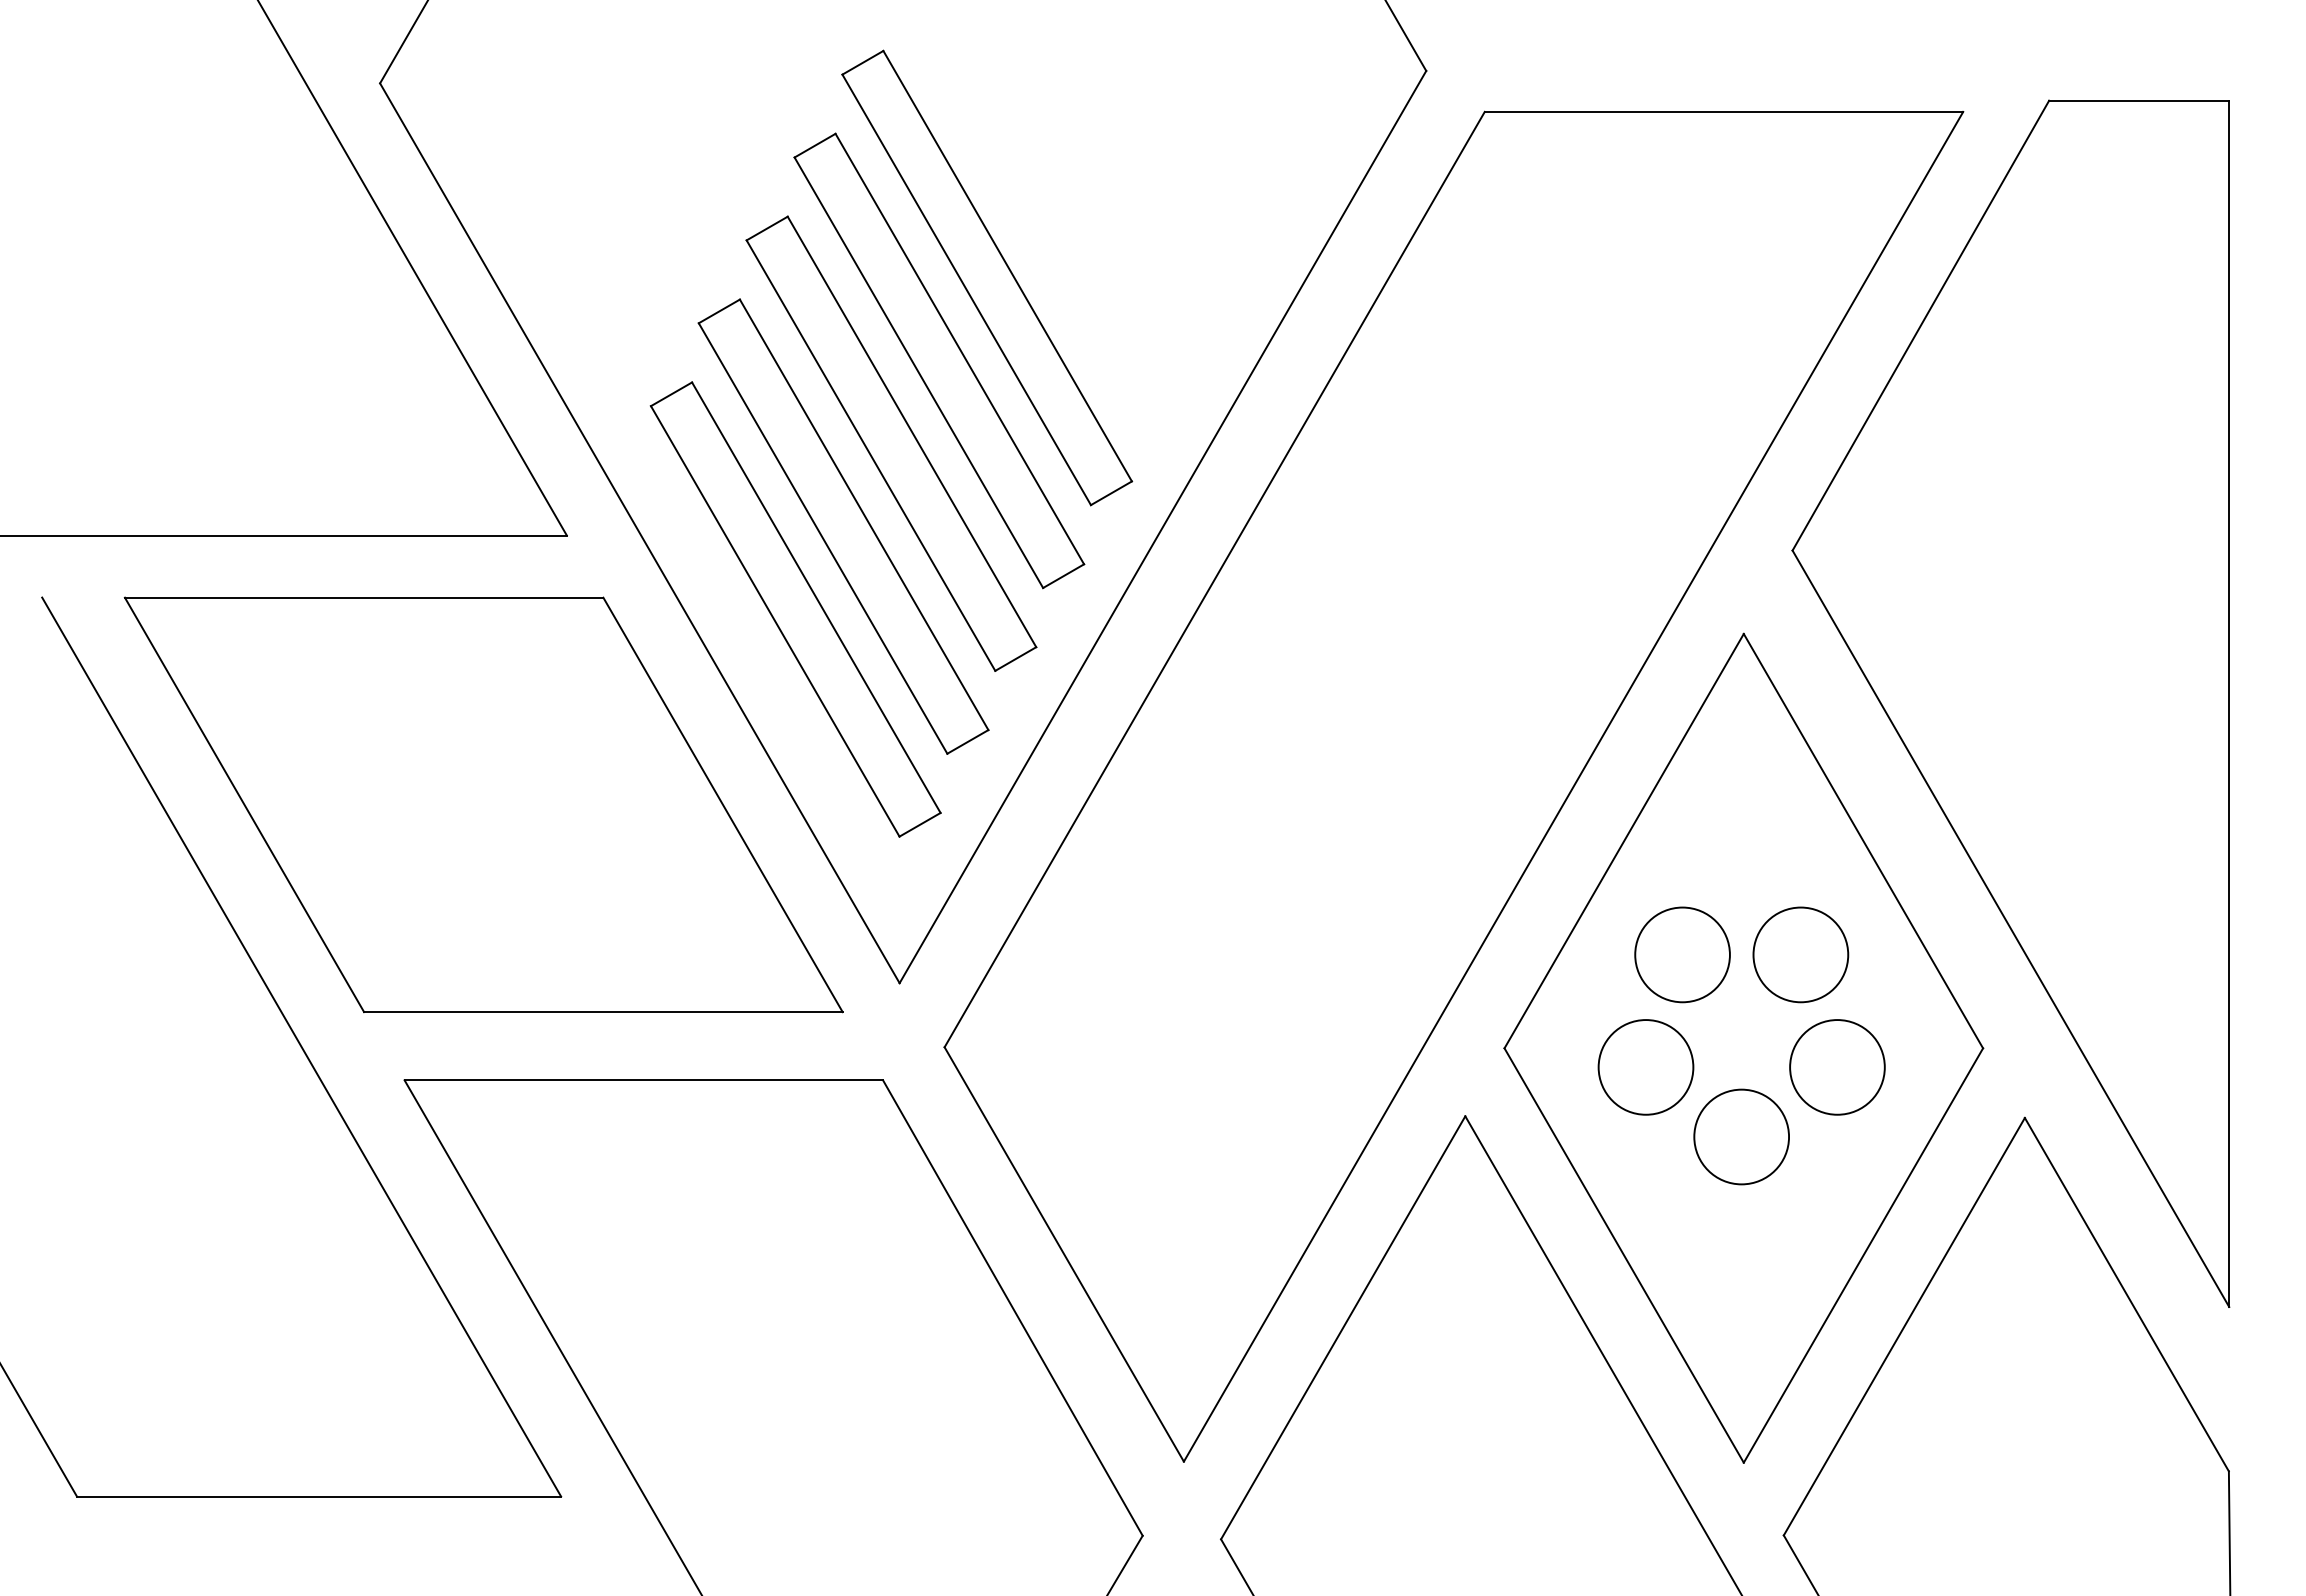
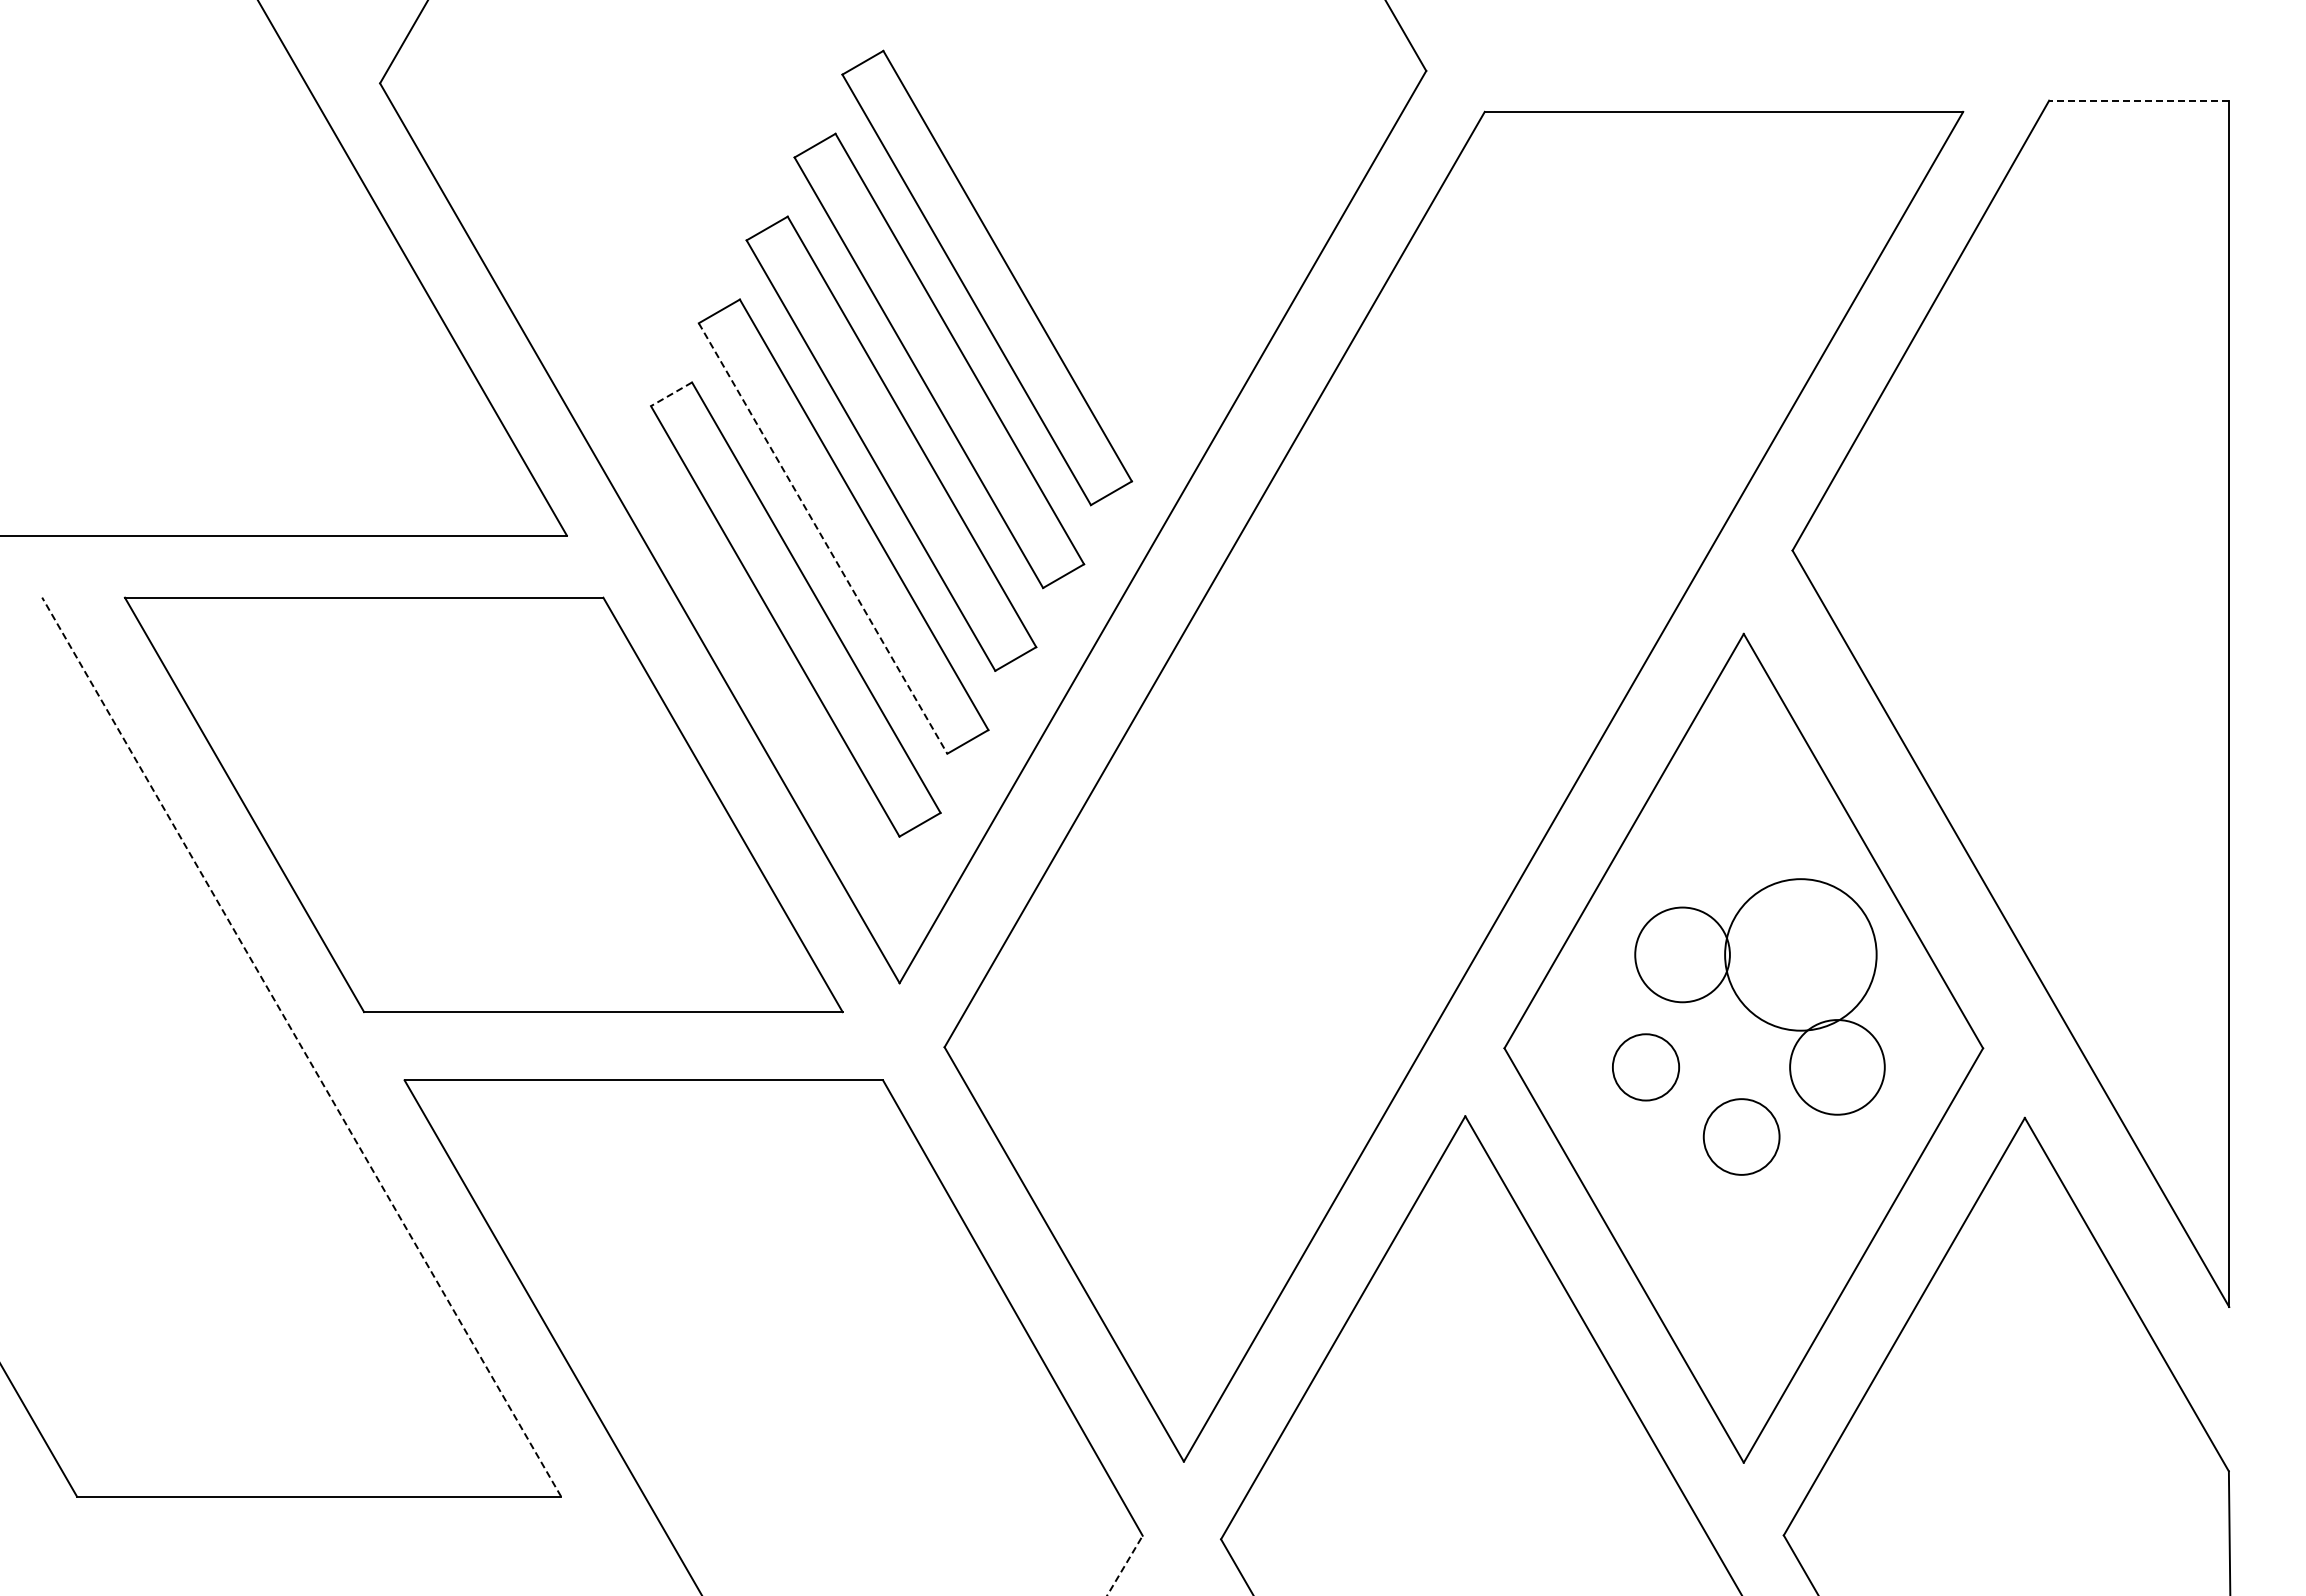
line at (2138, 100): solid -> dashed
line at (671, 394): solid -> dashed
line at (823, 538): solid -> dashed
circle at (1800, 954) diameter: 95 px -> 152 px
line at (301, 1046): solid -> dashed
circle at (1645, 1067) diameter: 95 px -> 66 px
circle at (1741, 1136) diameter: 95 px -> 76 px
line at (1124, 1565): solid -> dashed
